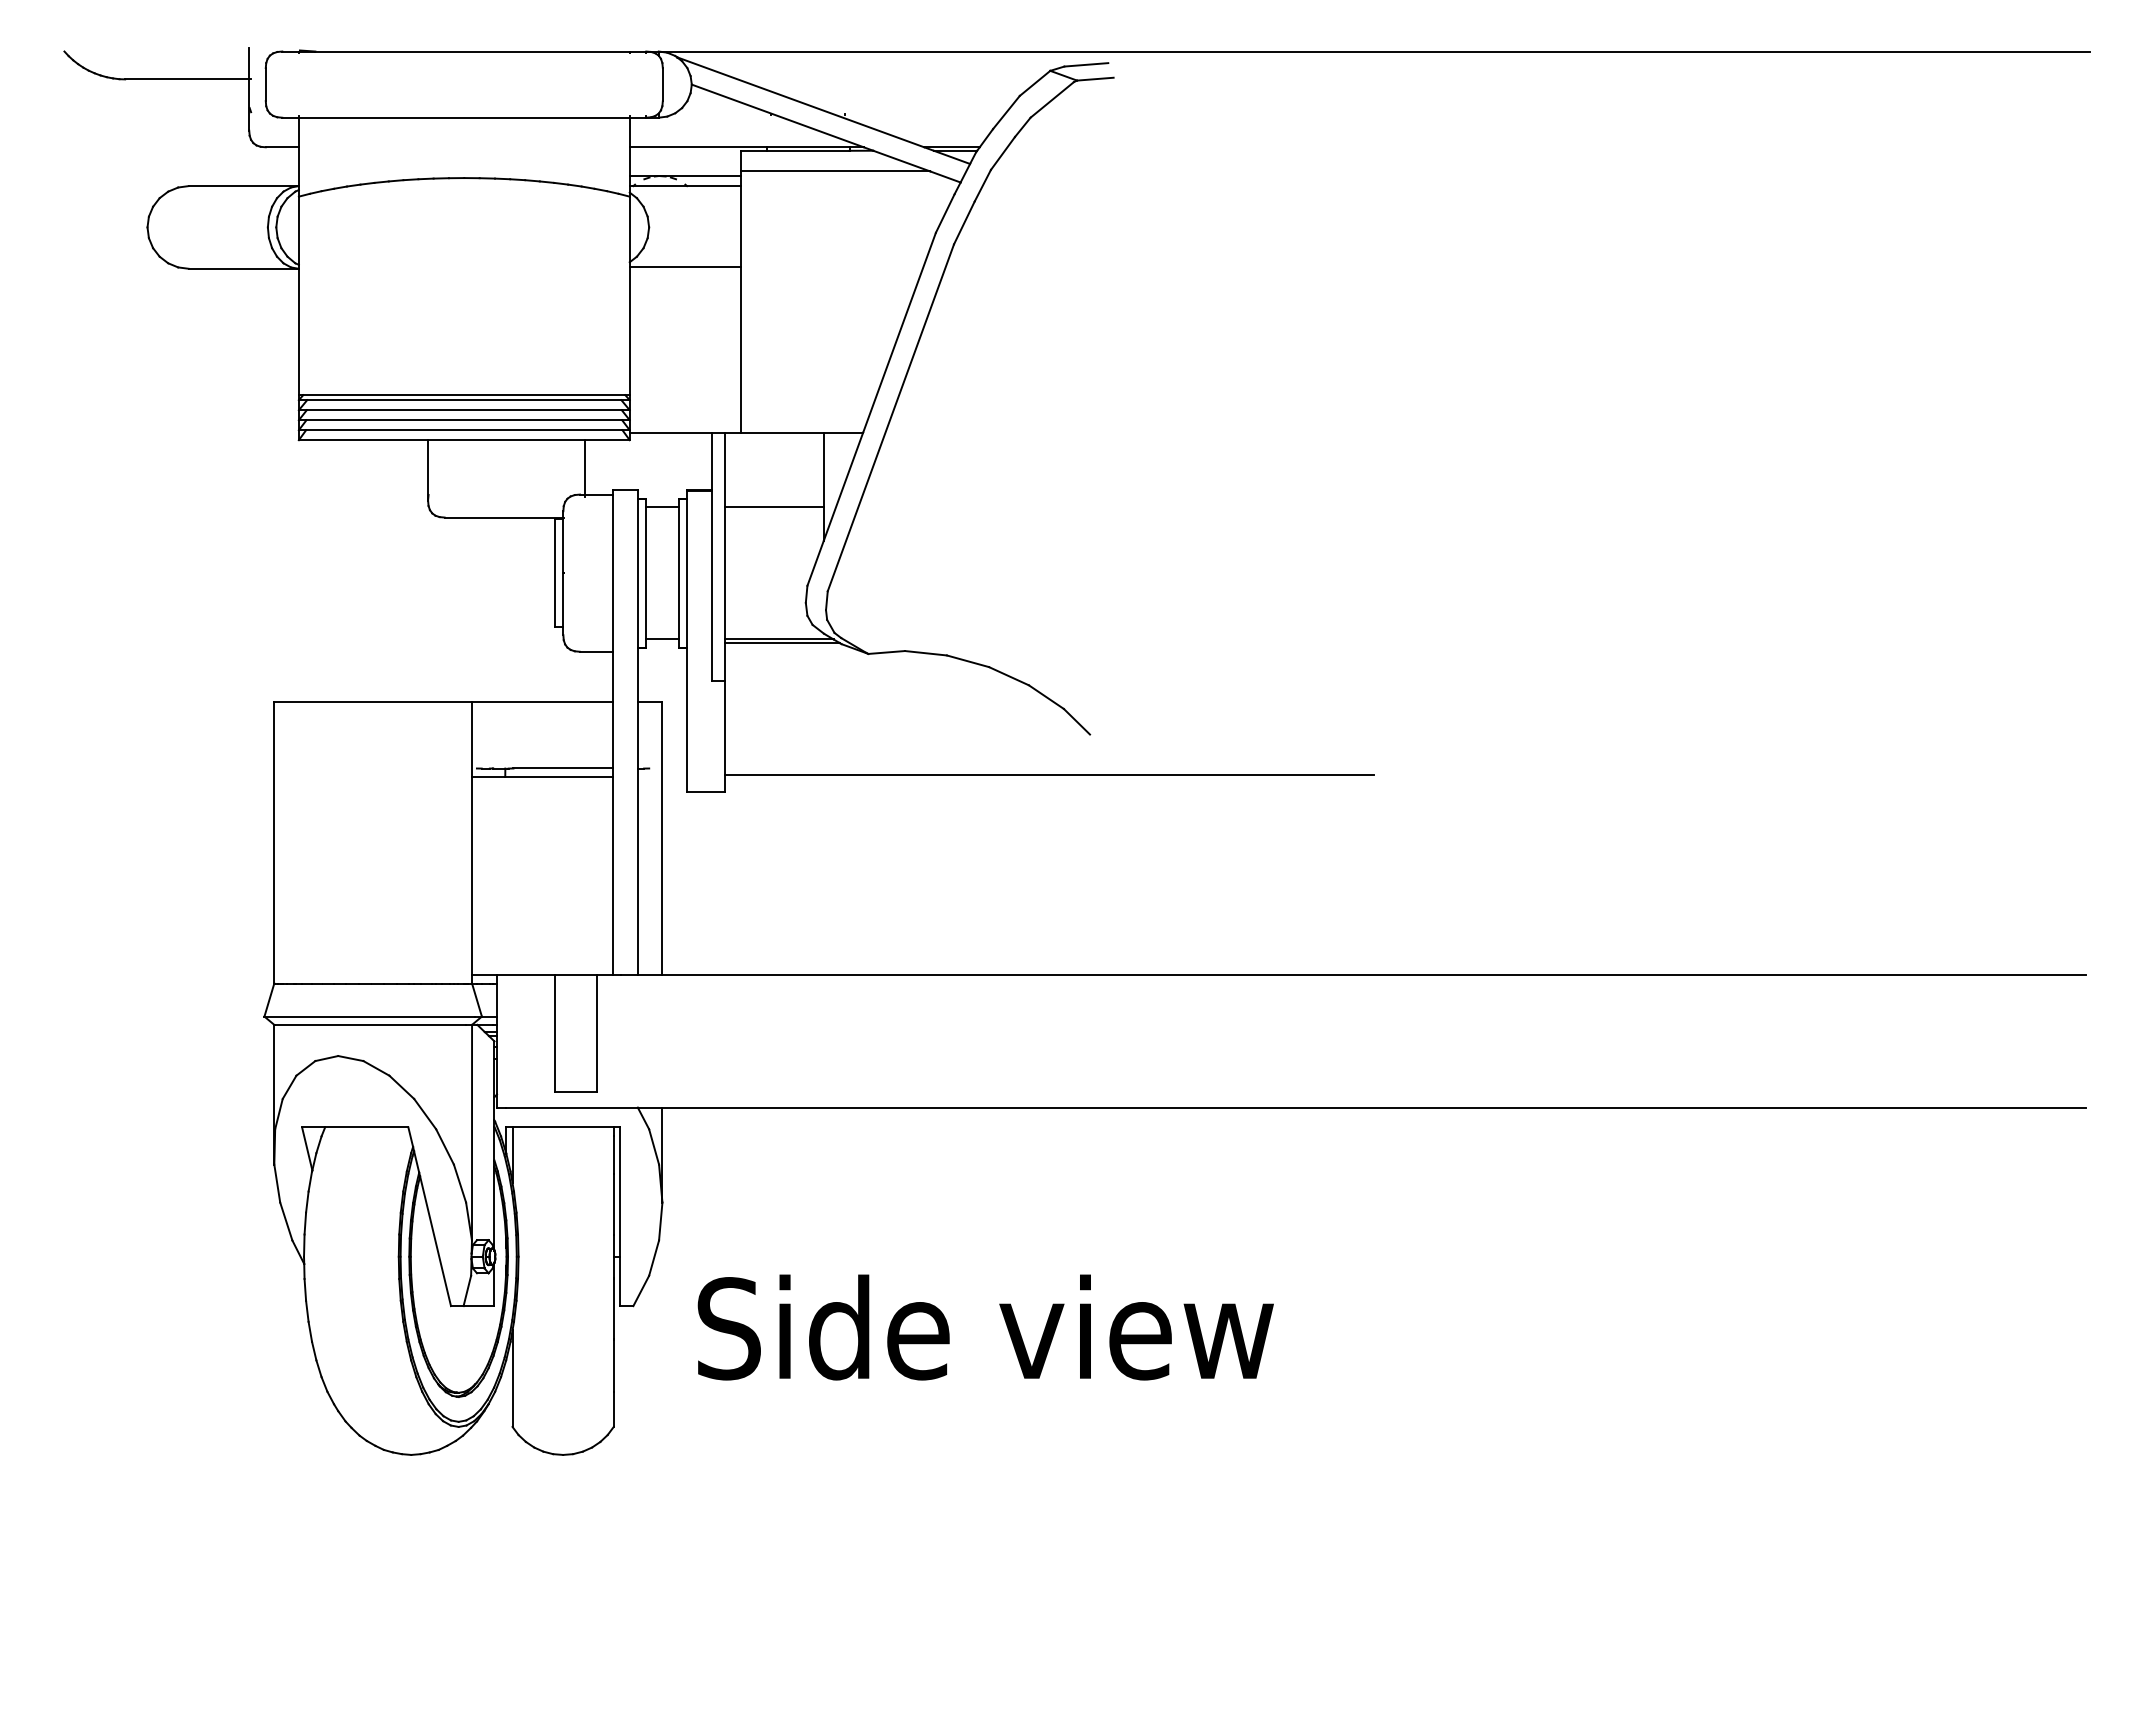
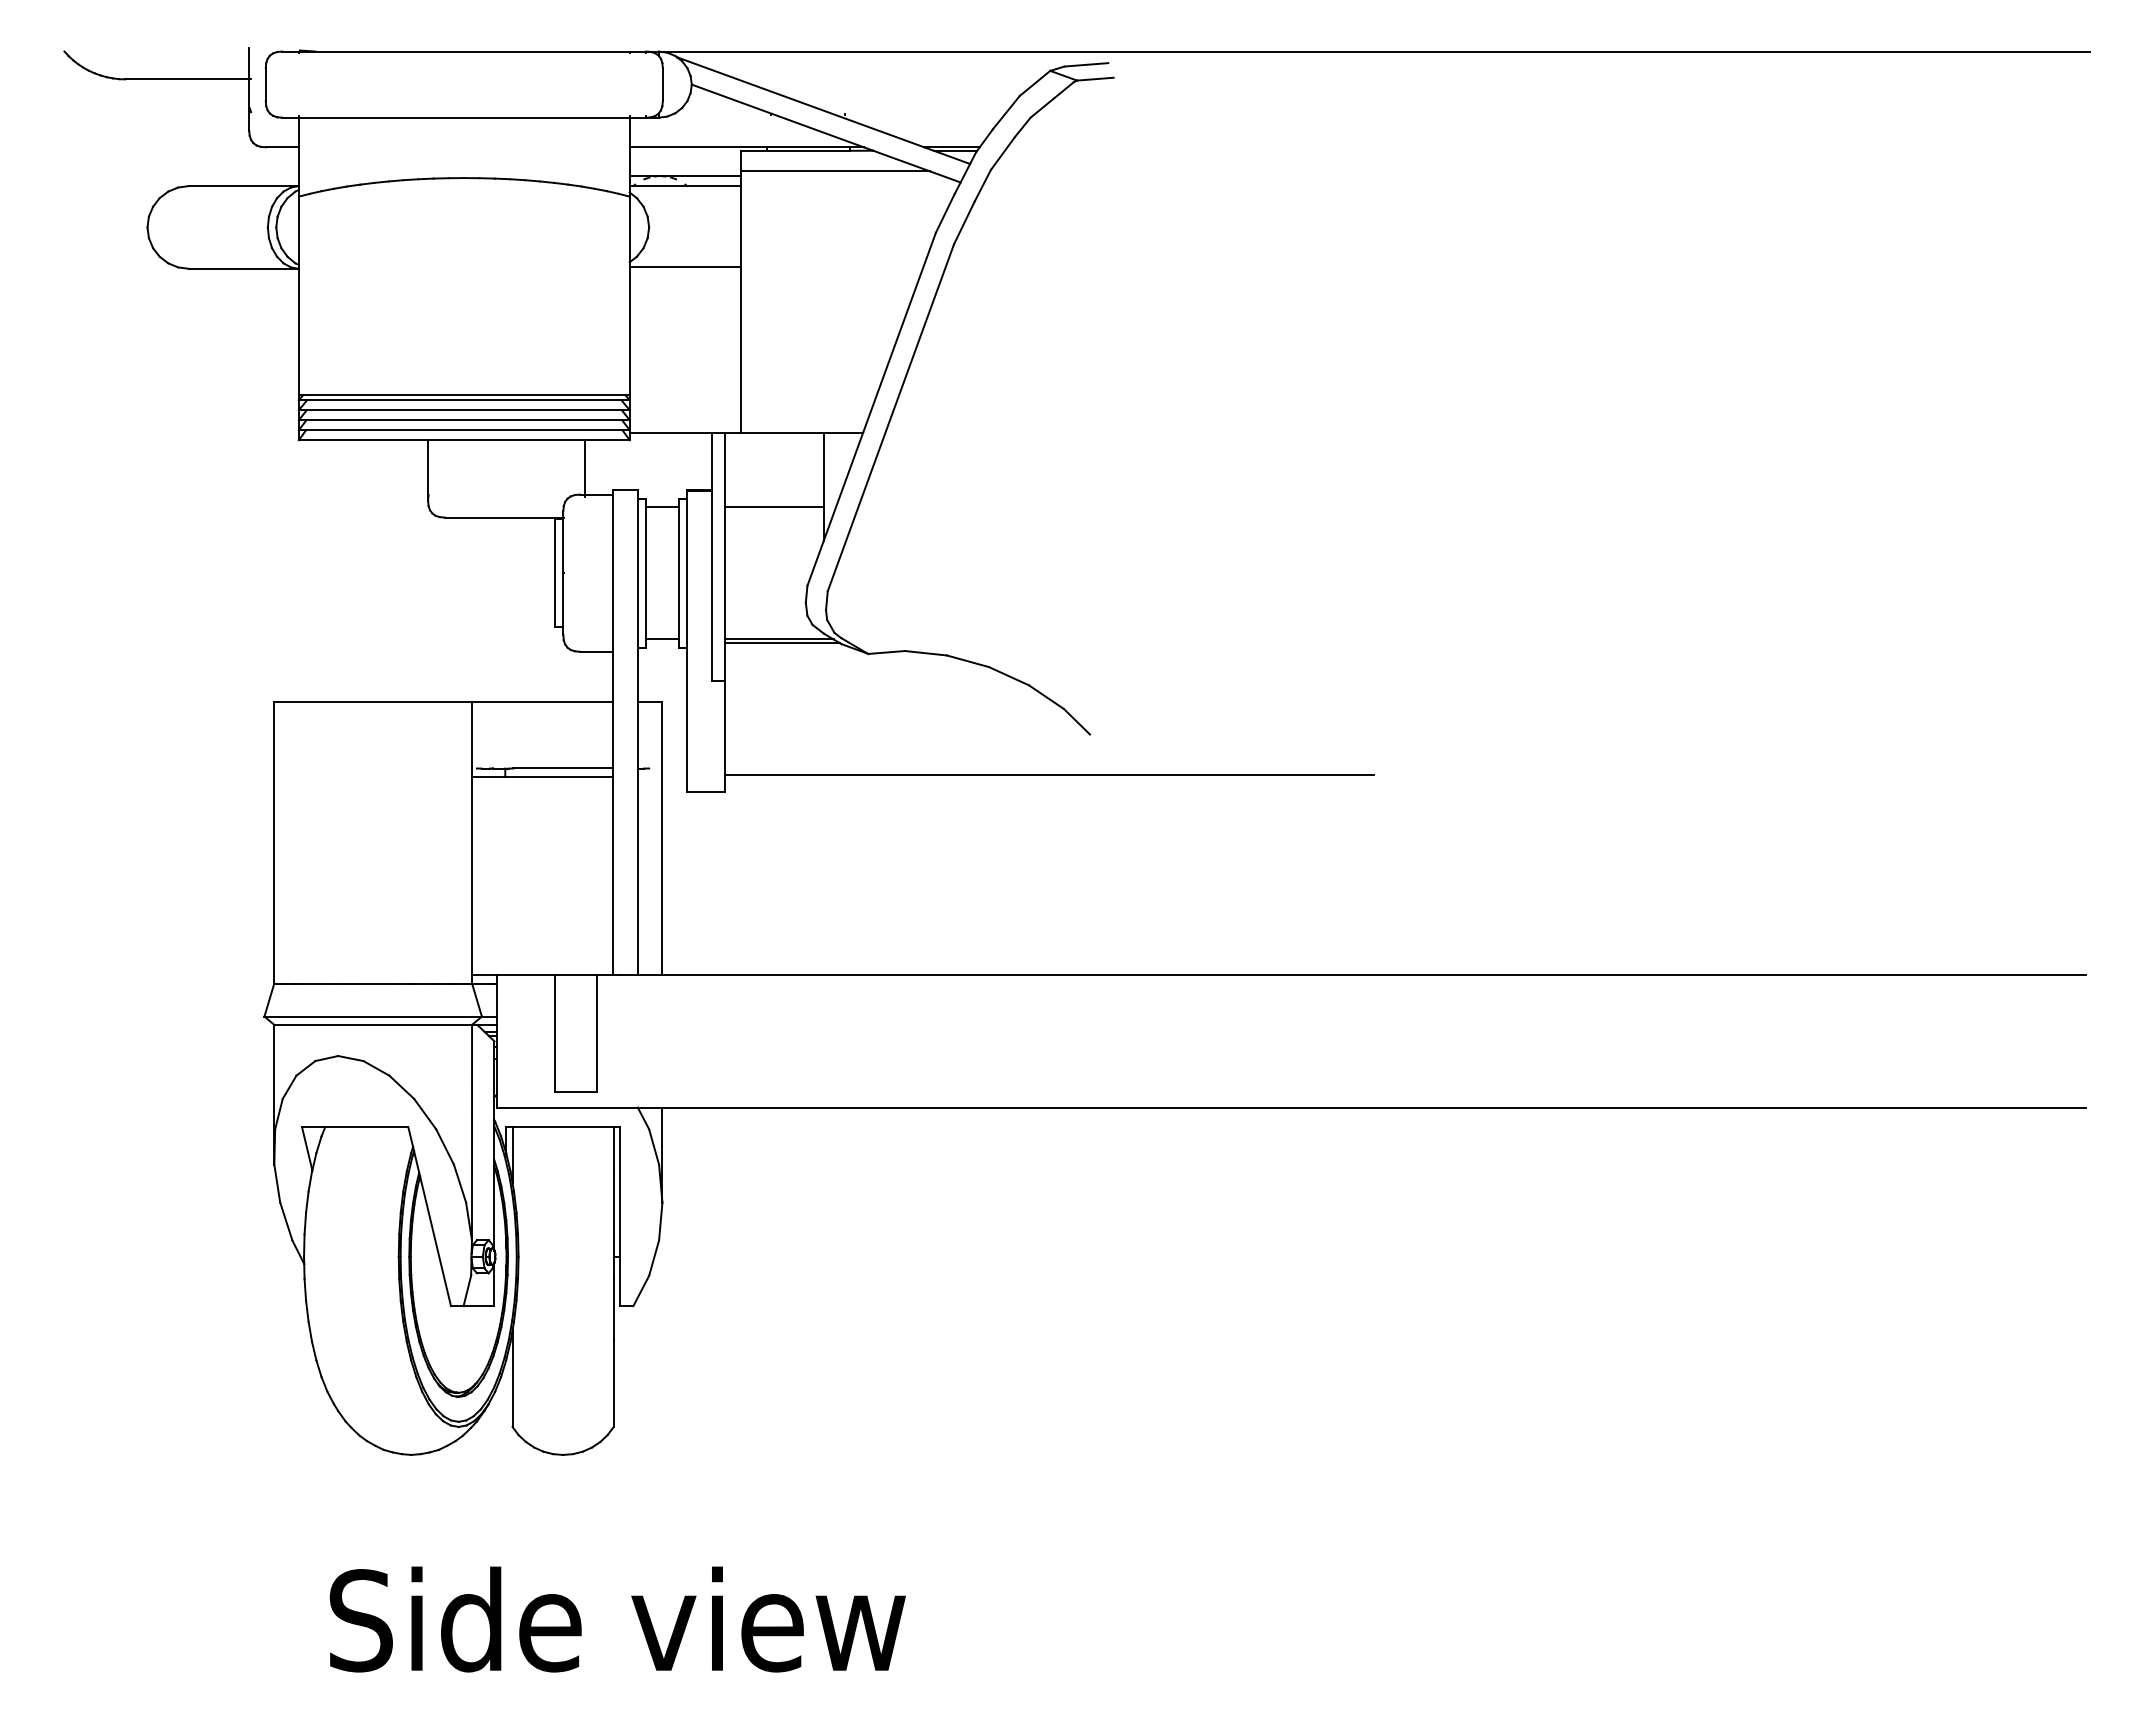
text at (985, 1327) position: (985, 1327) -> (617, 1619)
